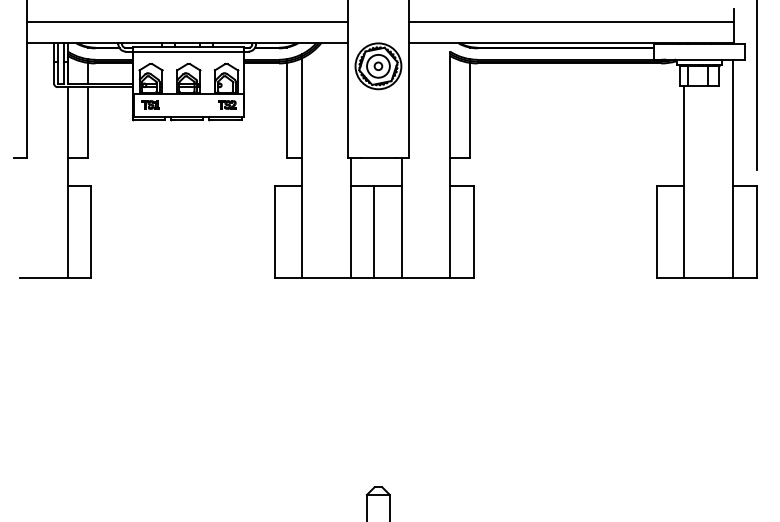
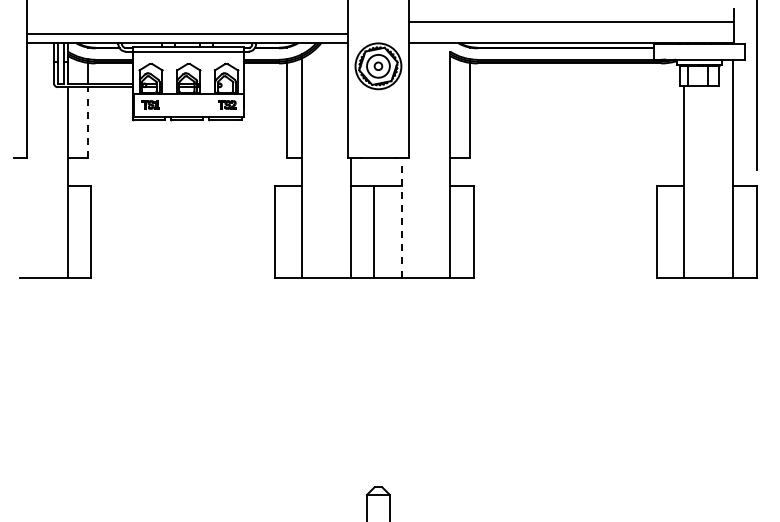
line at (187, 21) position: (187, 21) -> (187, 33)
line at (87, 122): solid -> dashed
line at (402, 217): solid -> dashed
